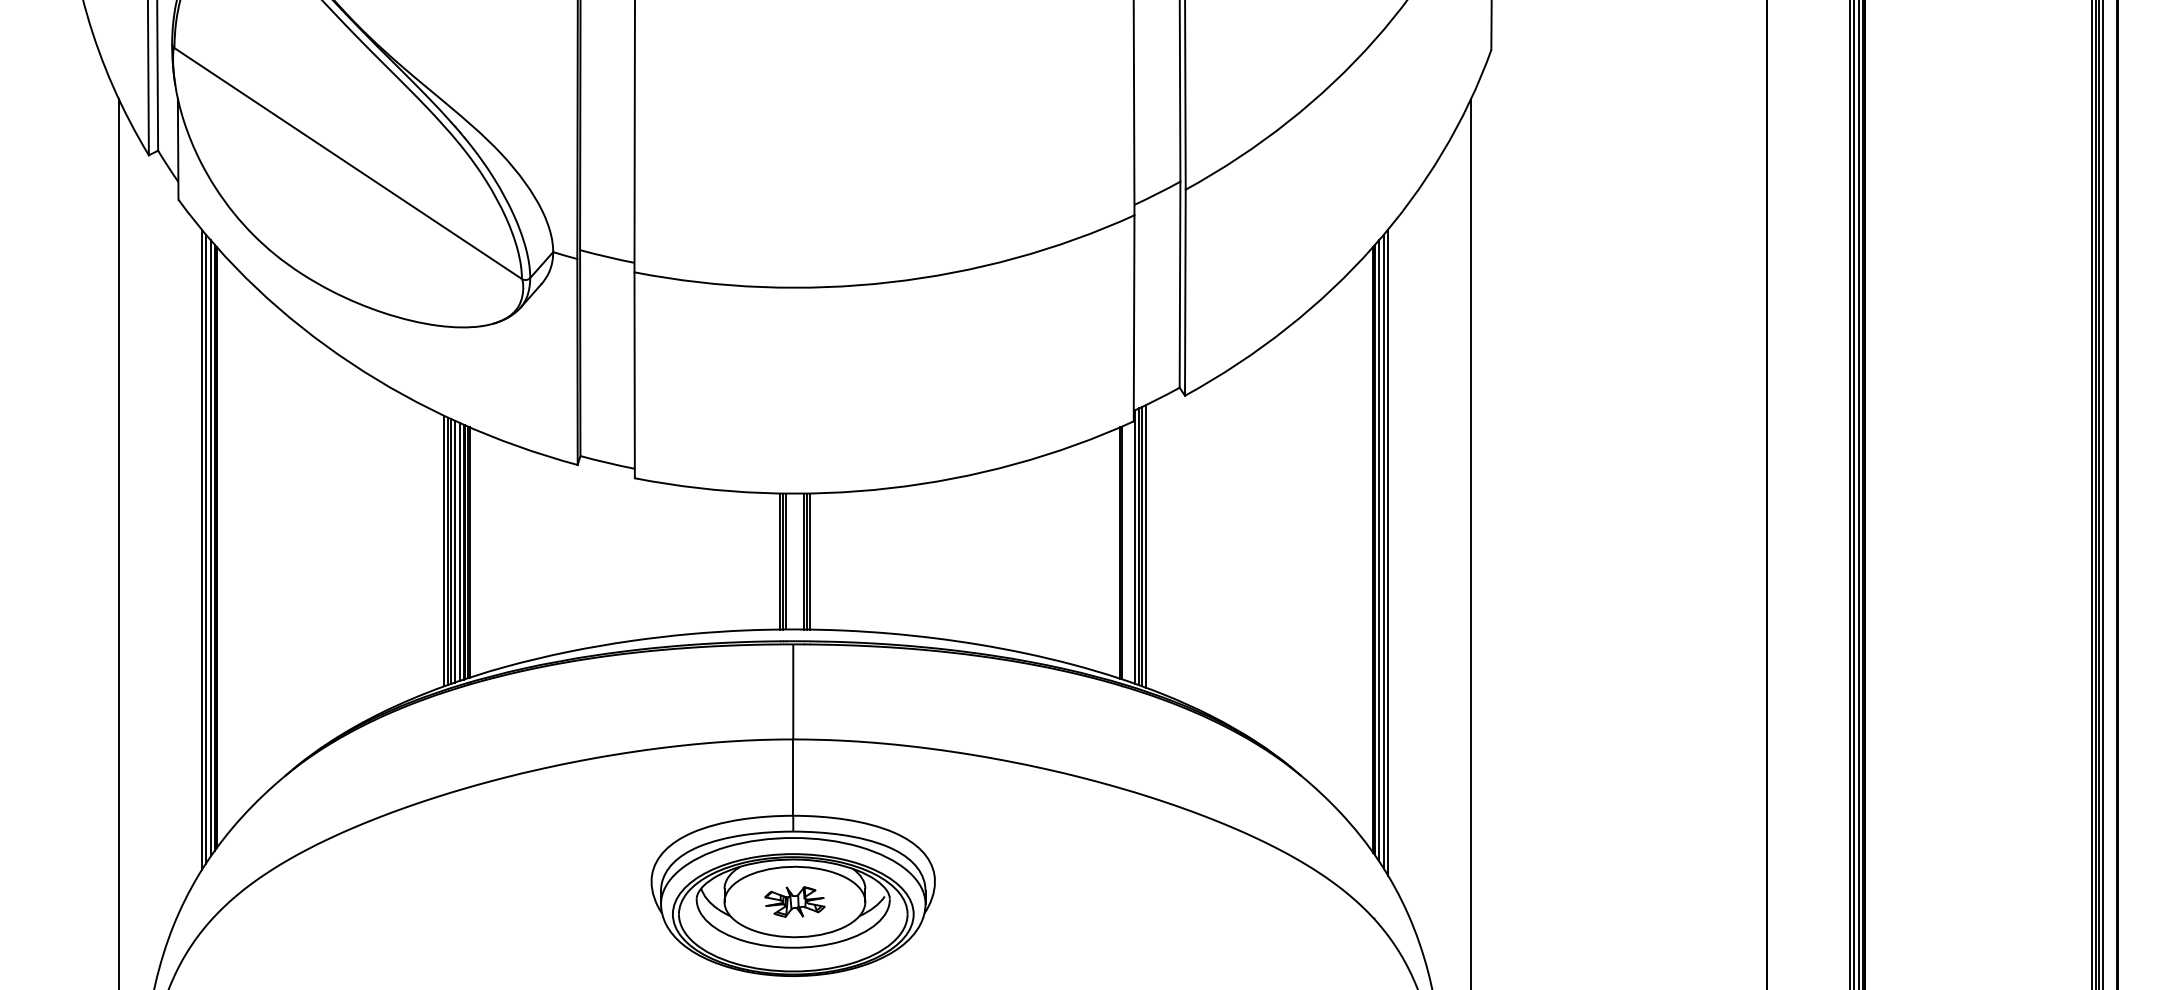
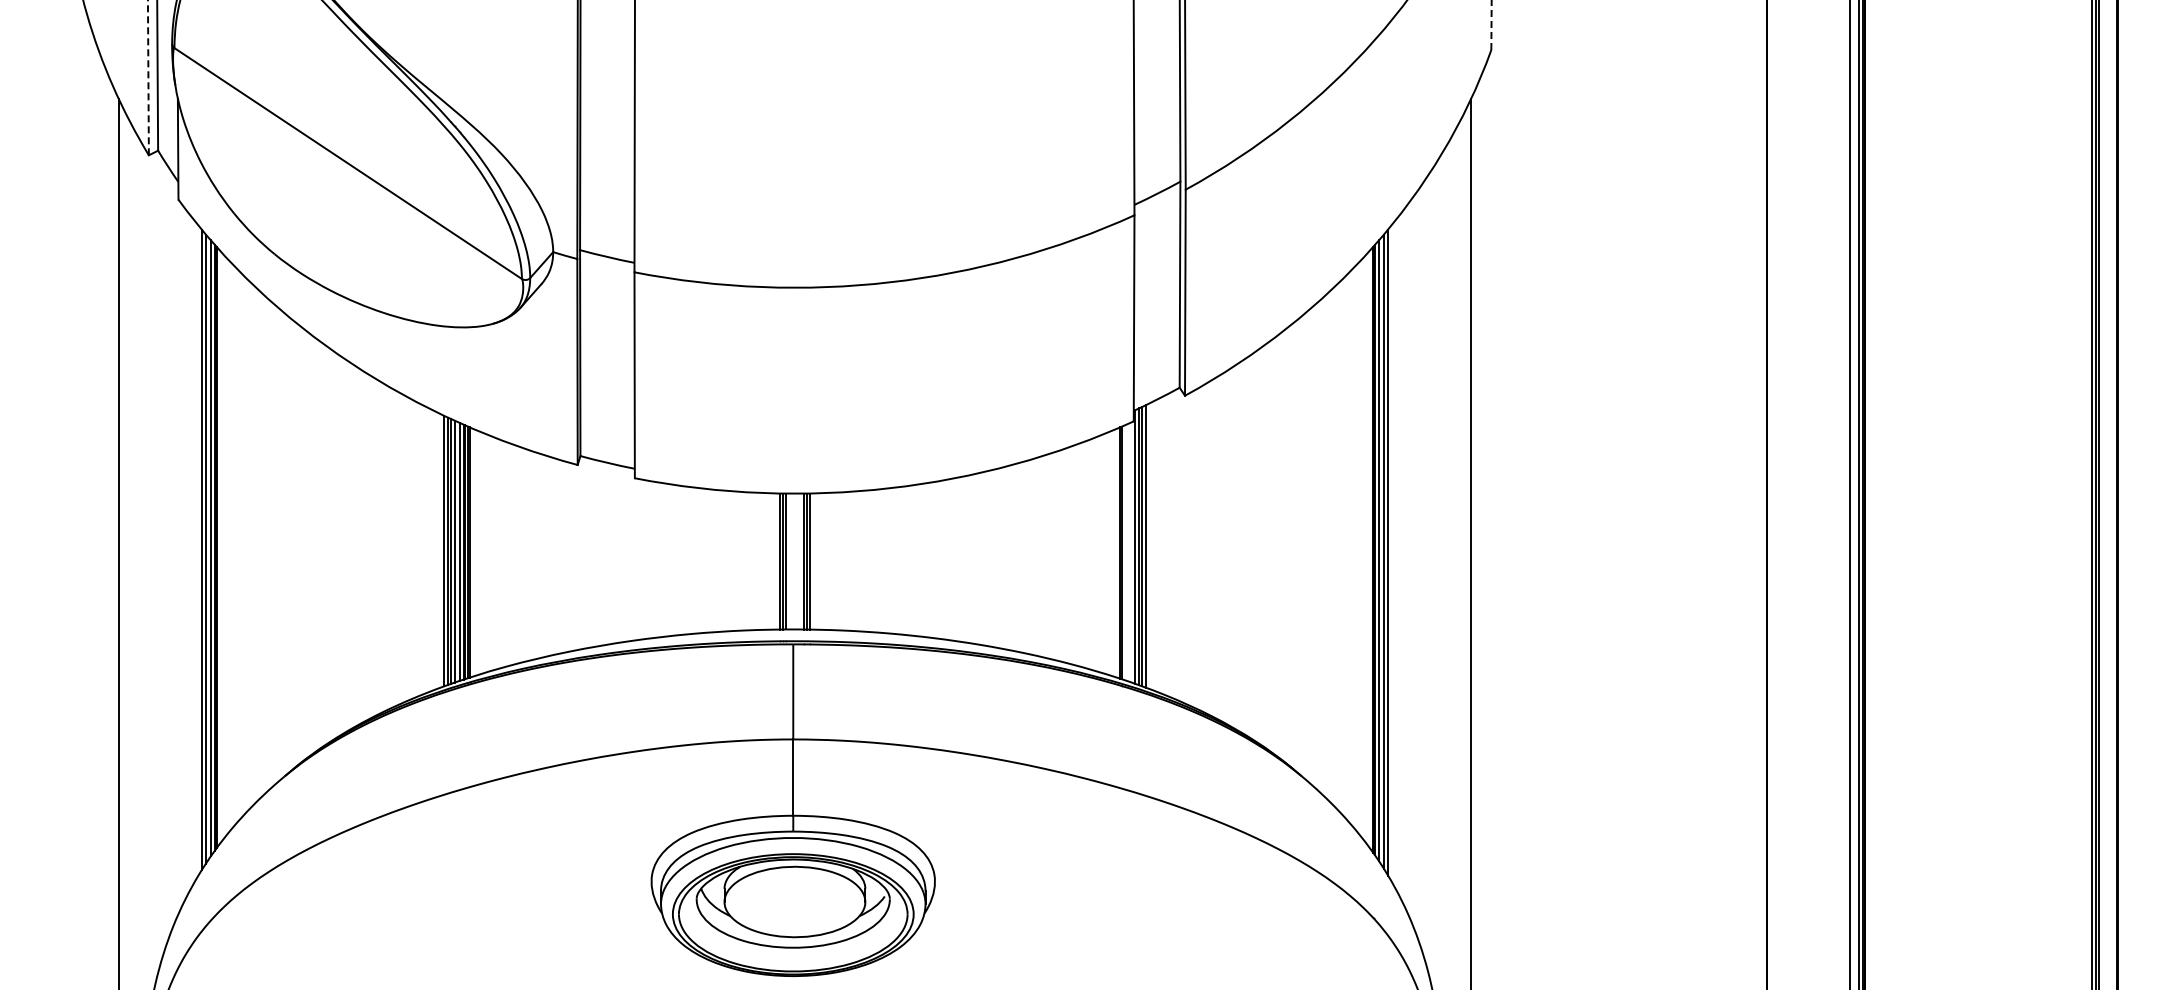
line at (1491, 25): solid -> dashed
line at (148, 77): solid -> dashed
line at (1854, 494): present -> none
line at (2103, 494): present -> none
part at (794, 901): present -> none
